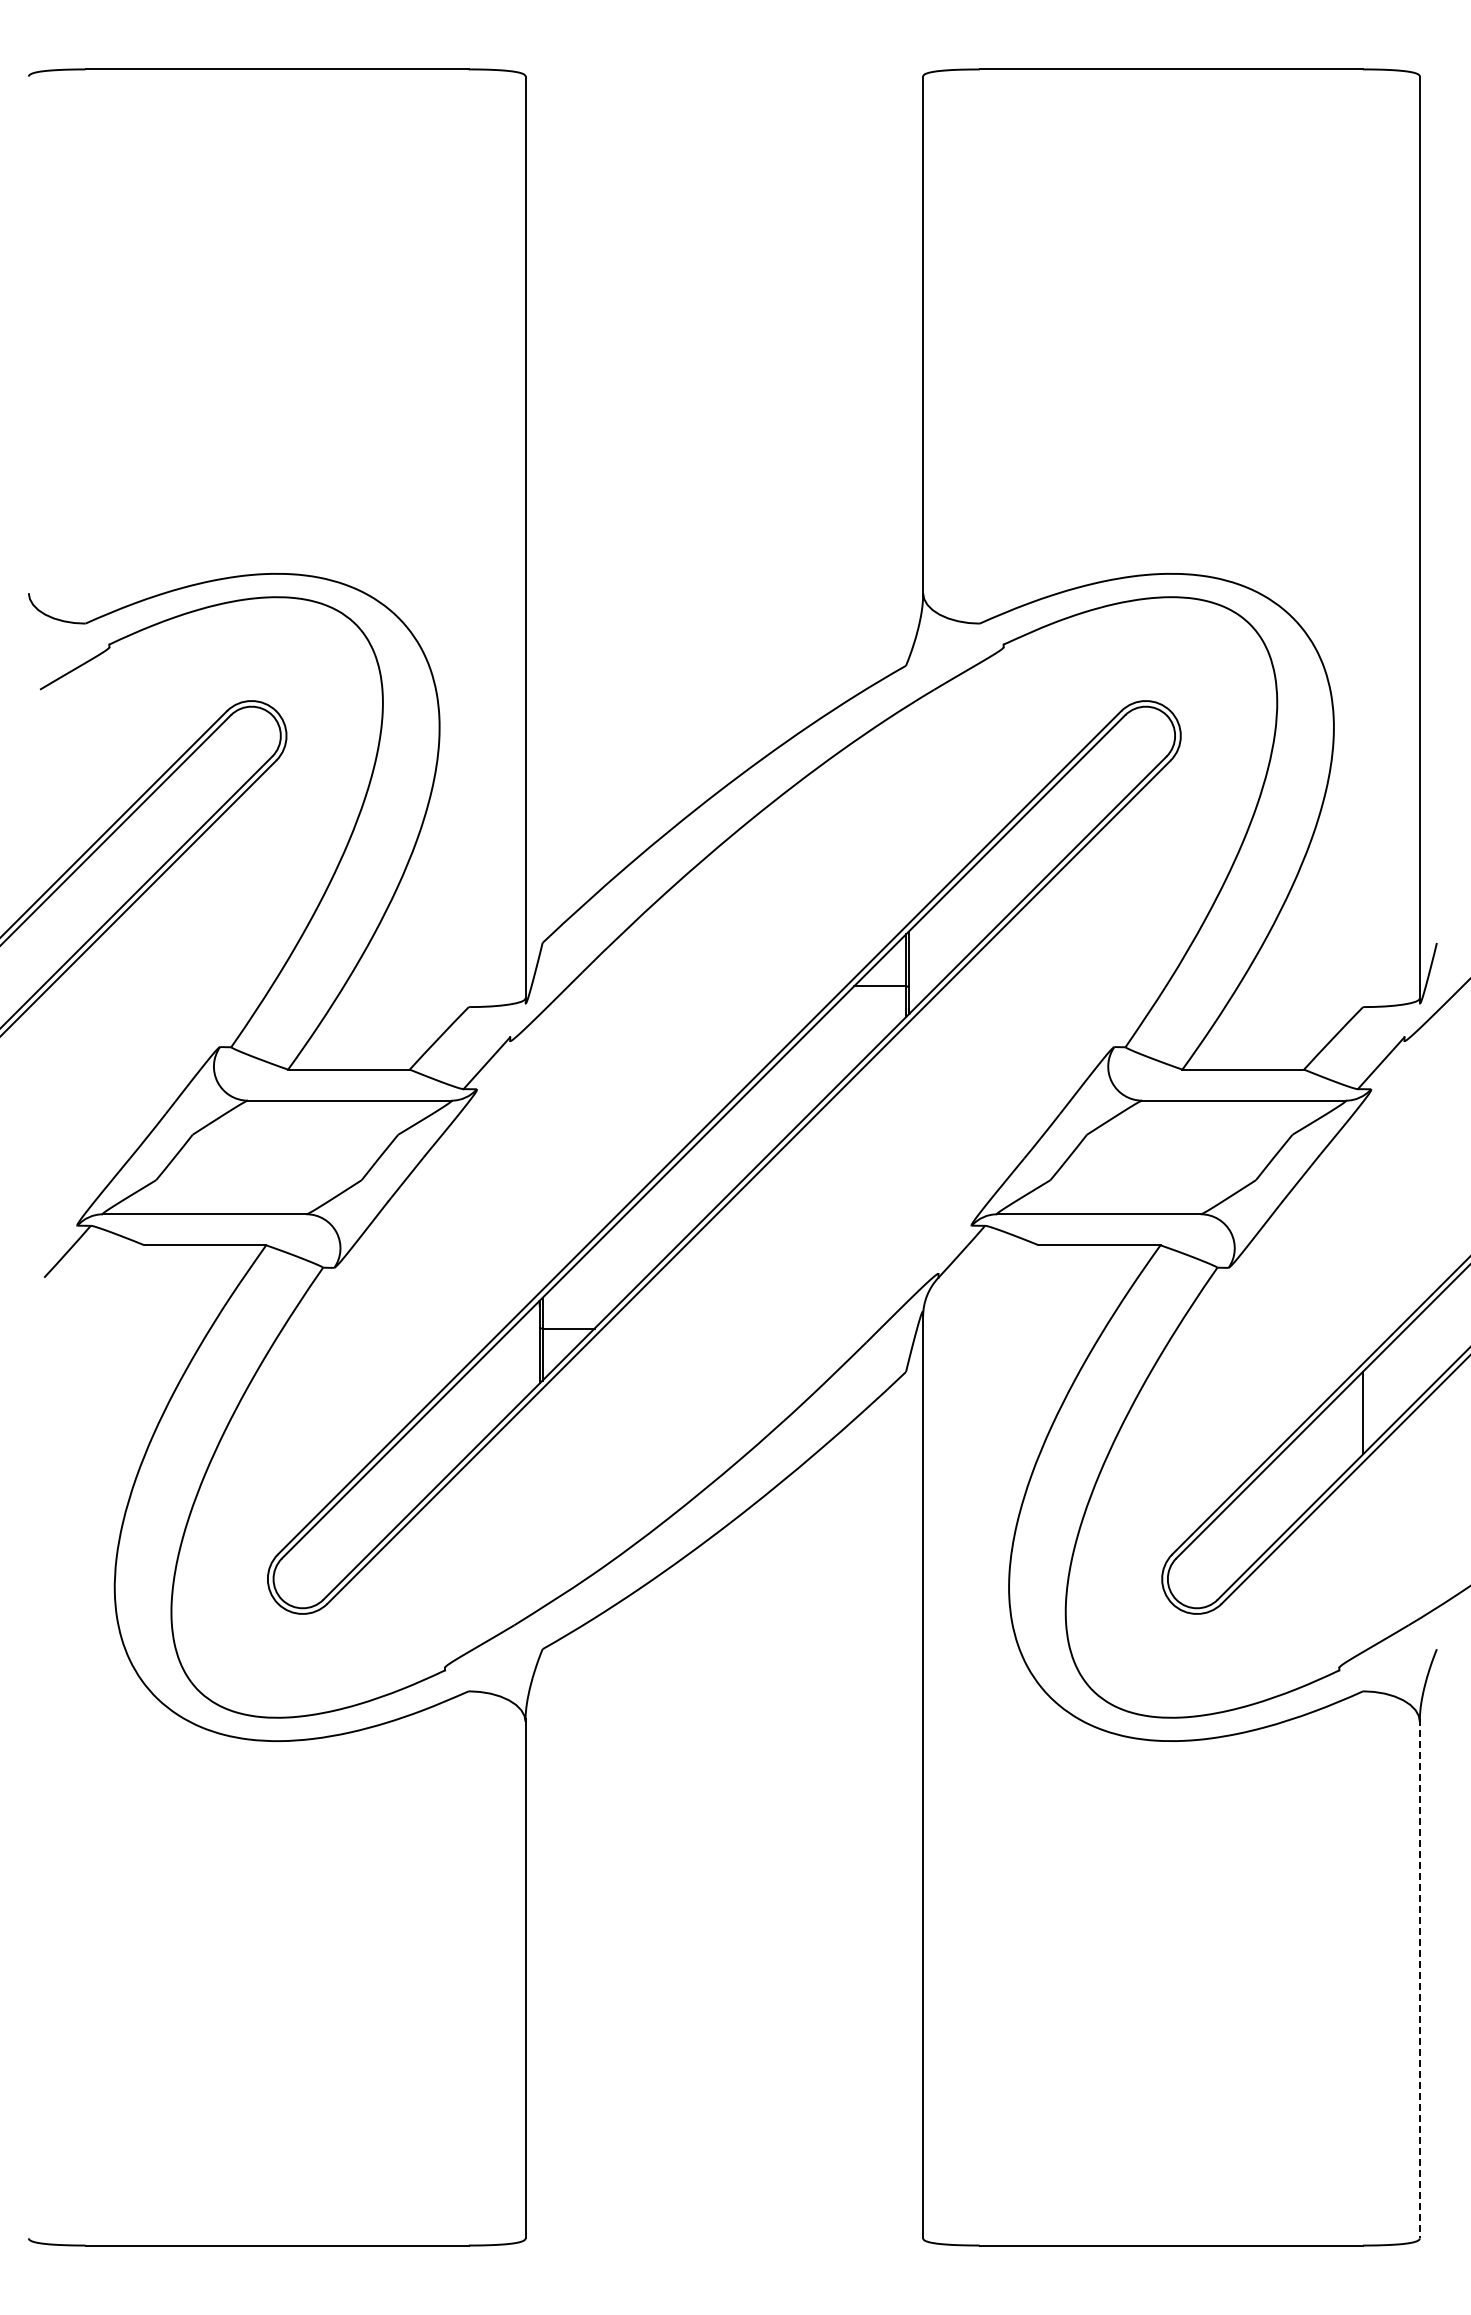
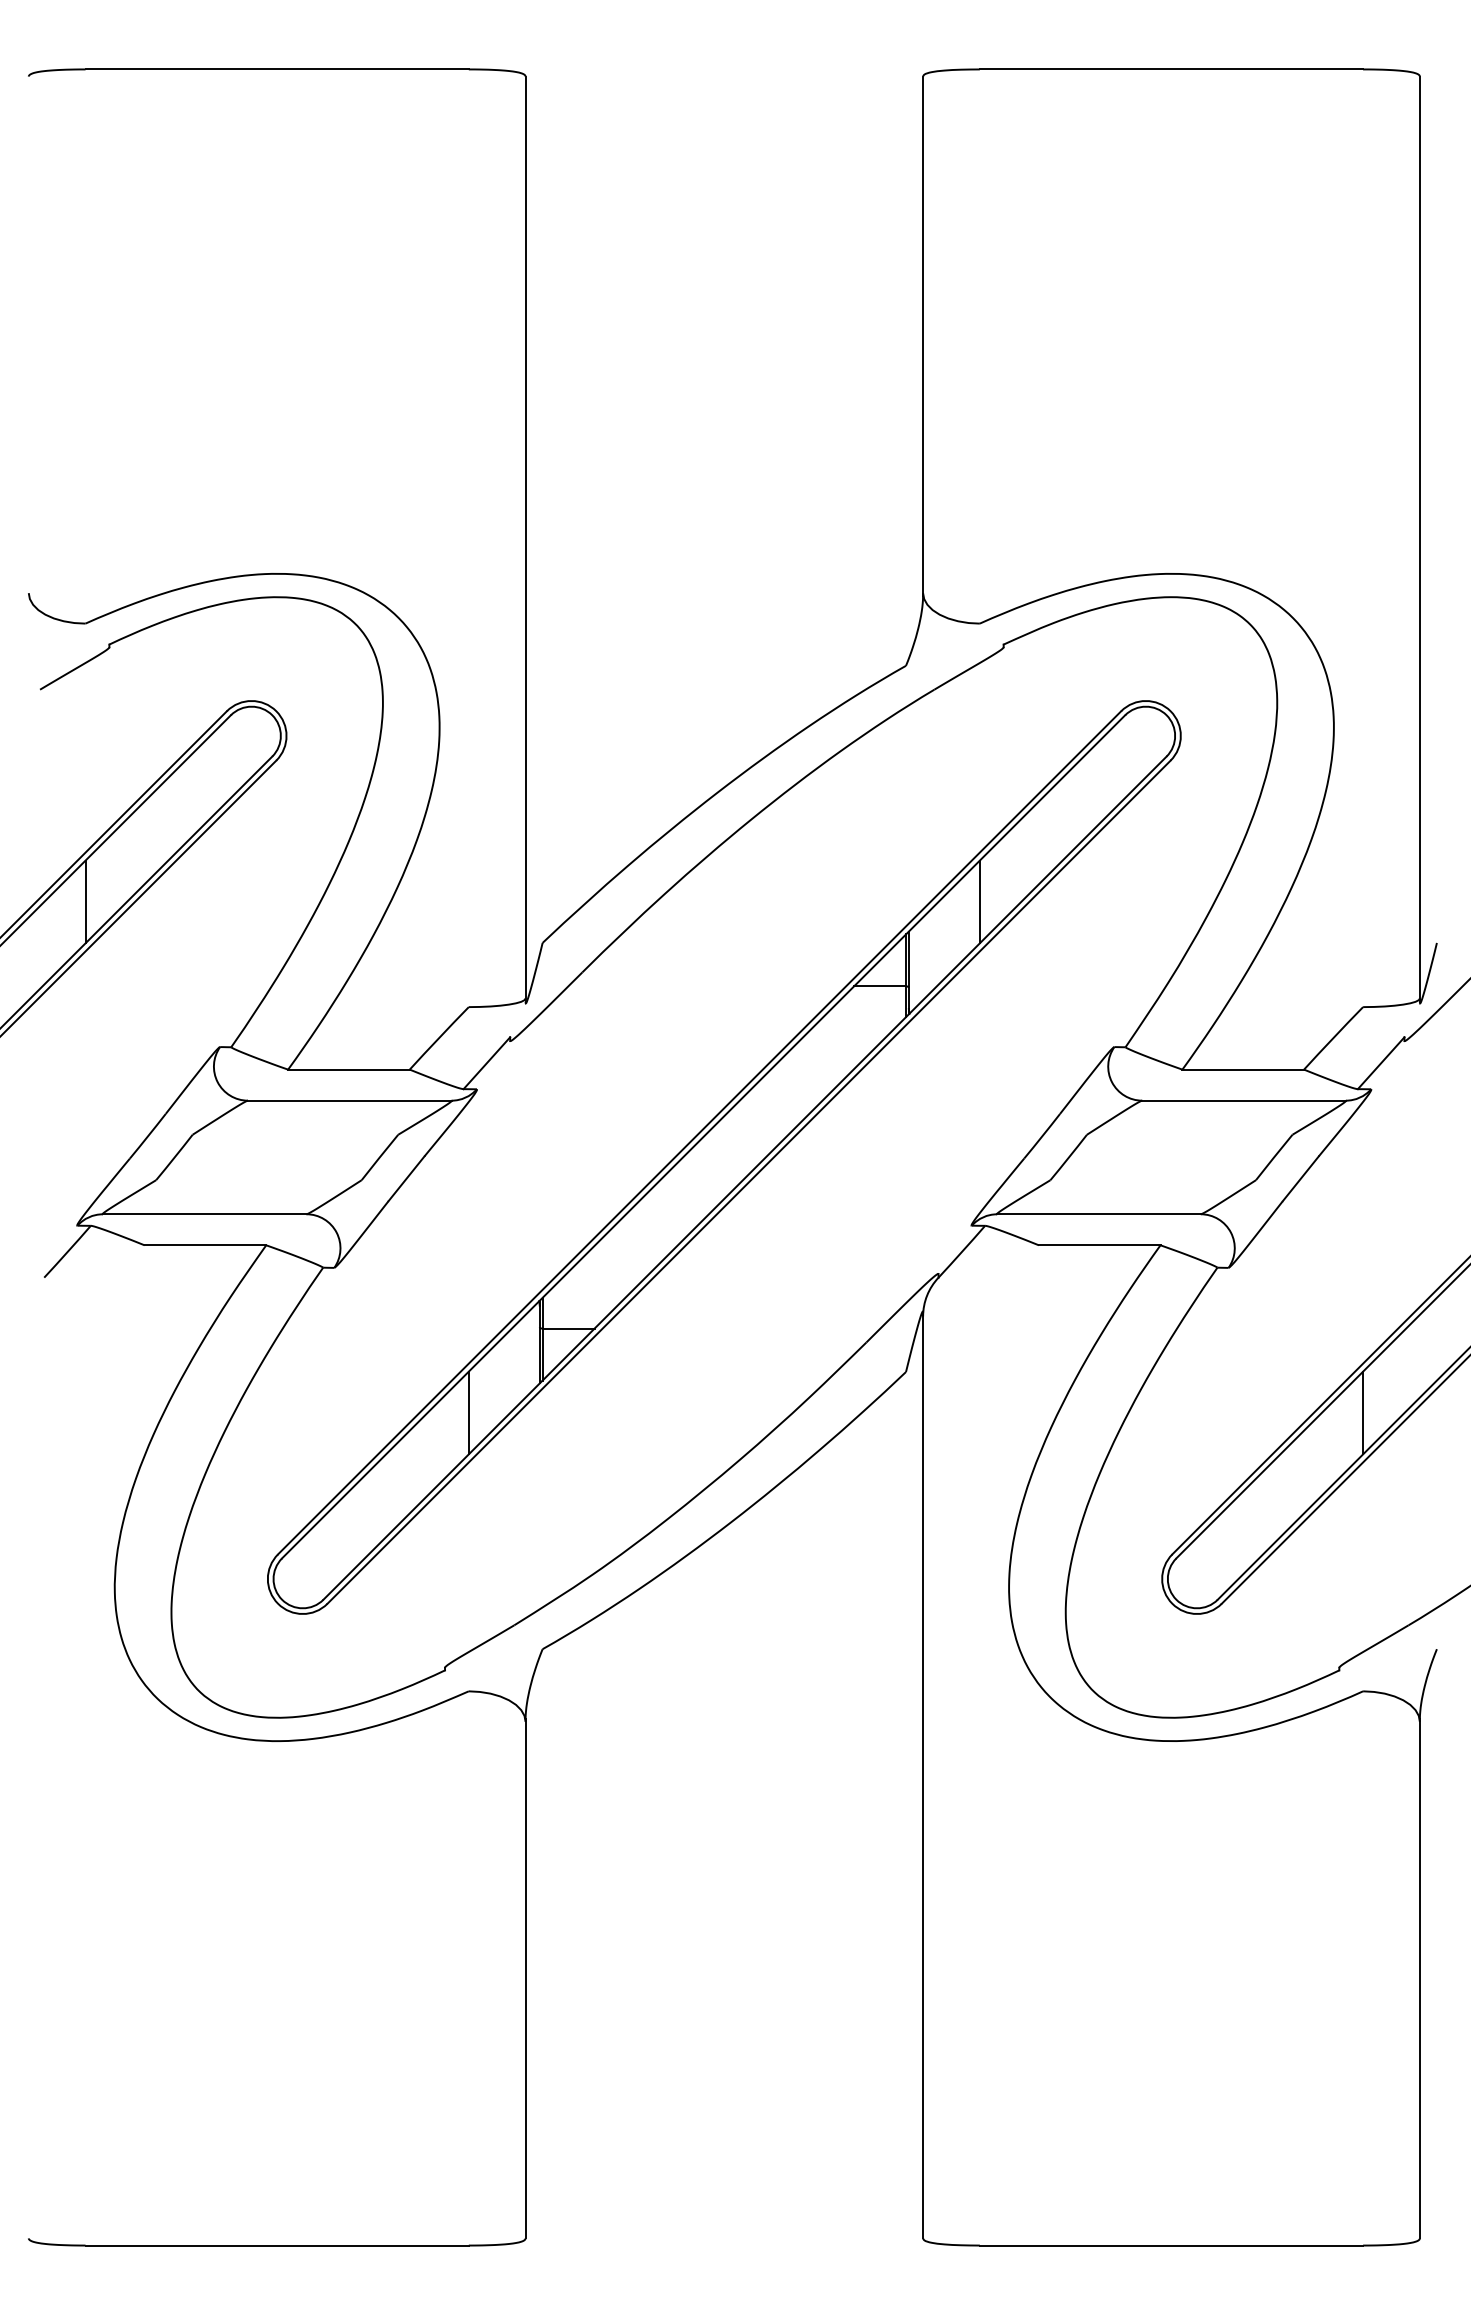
line at (85, 901): none -> present
line at (979, 901): none -> present
line at (468, 1412): none -> present
line at (1419, 1978): dashed -> solid
